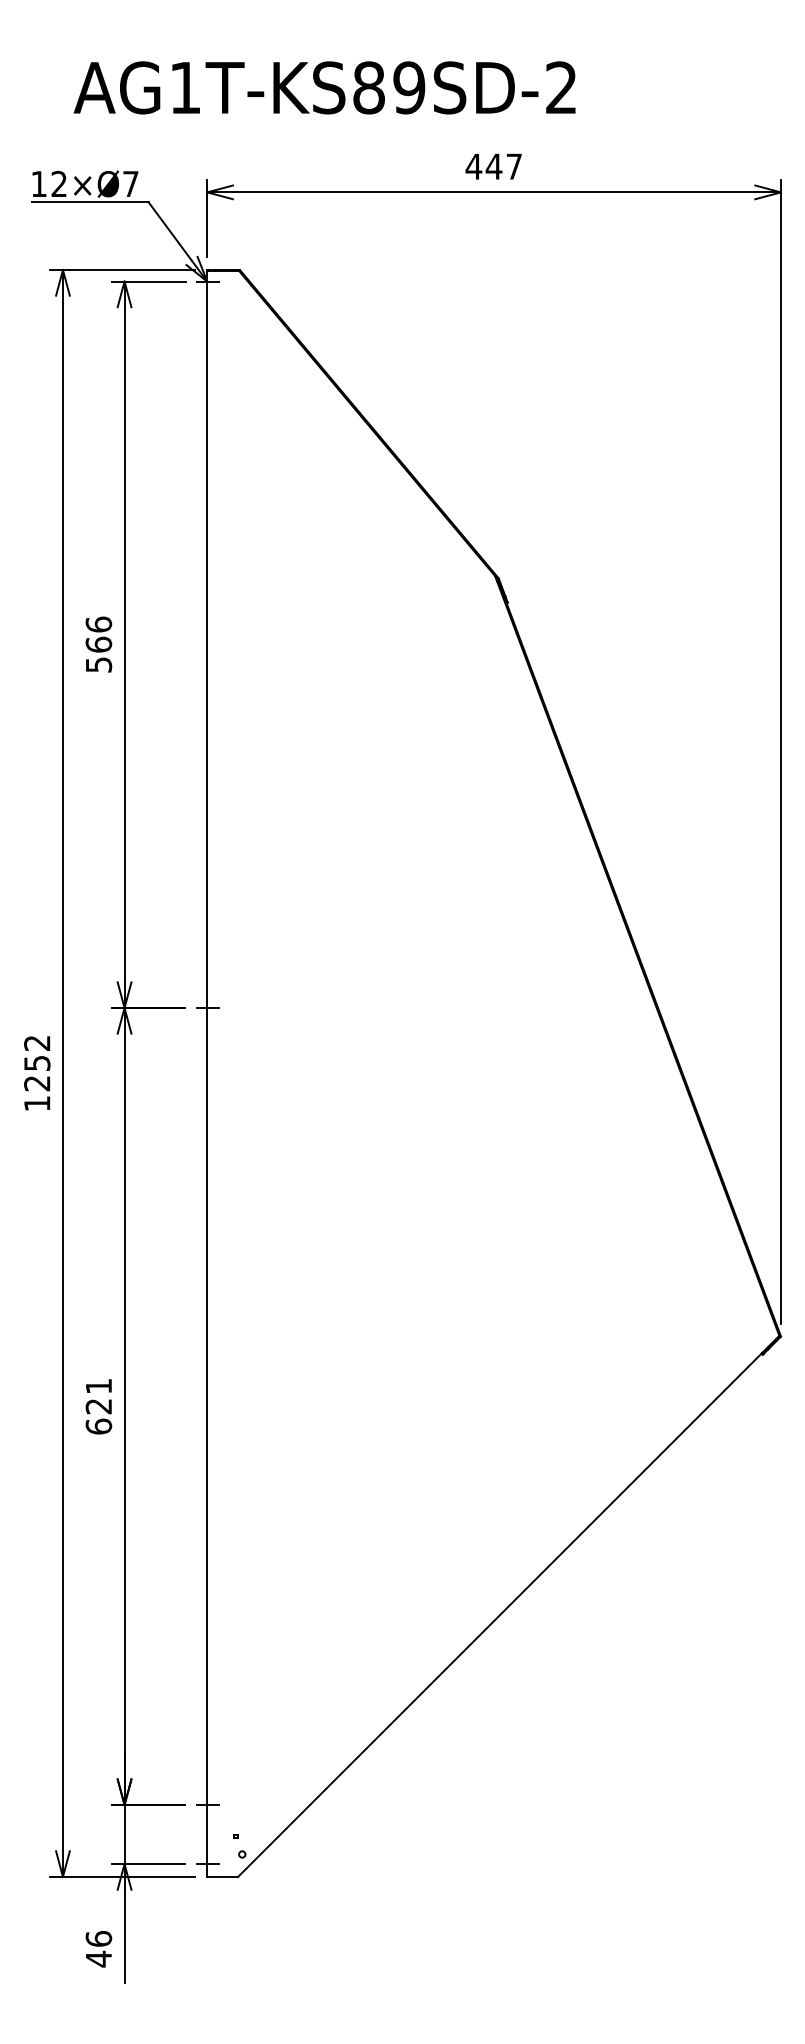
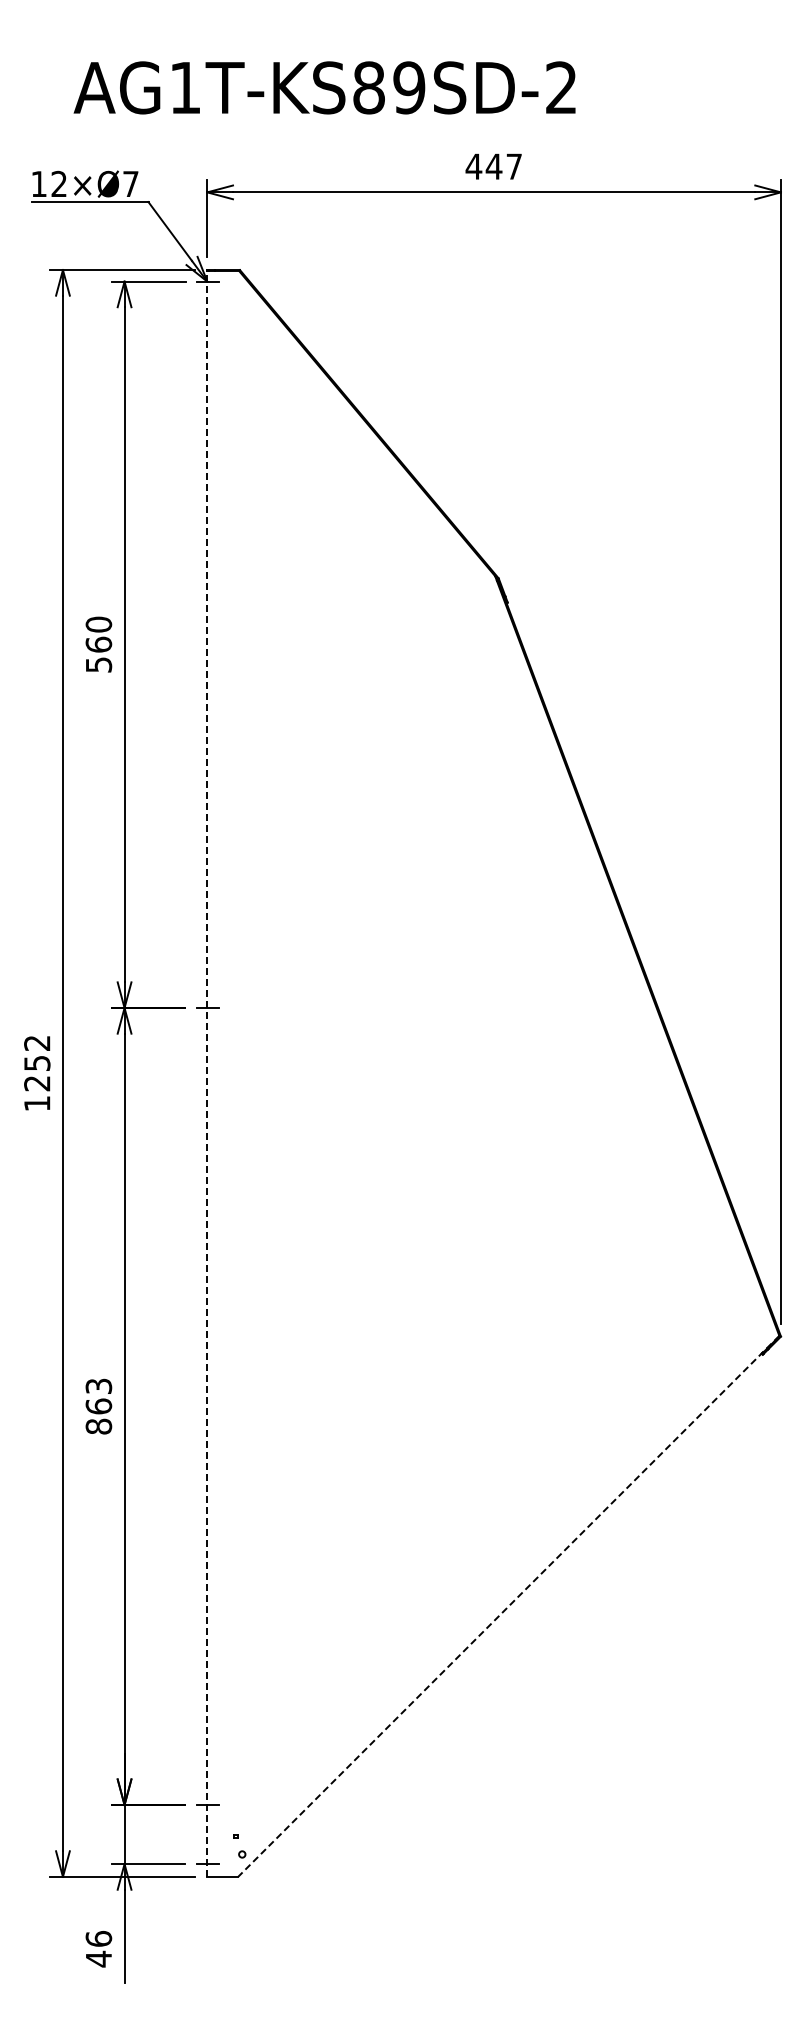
text at (98, 624): 566 -> 560
line at (207, 1074): solid -> dashed
text at (98, 1406): 621 -> 863
line at (508, 1606): solid -> dashed
